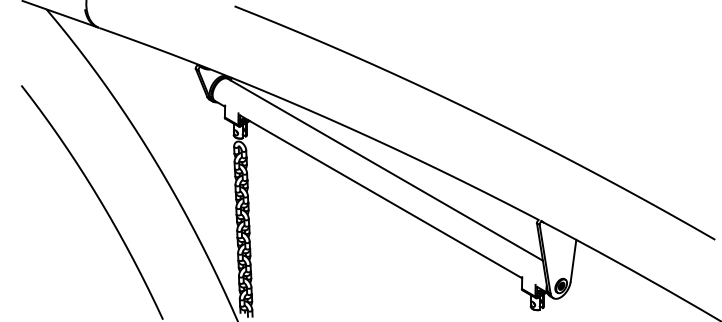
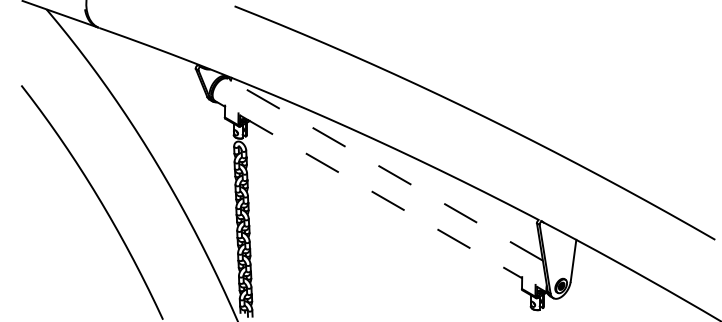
line at (385, 169): solid -> dashed
line at (381, 196): solid -> dashed
